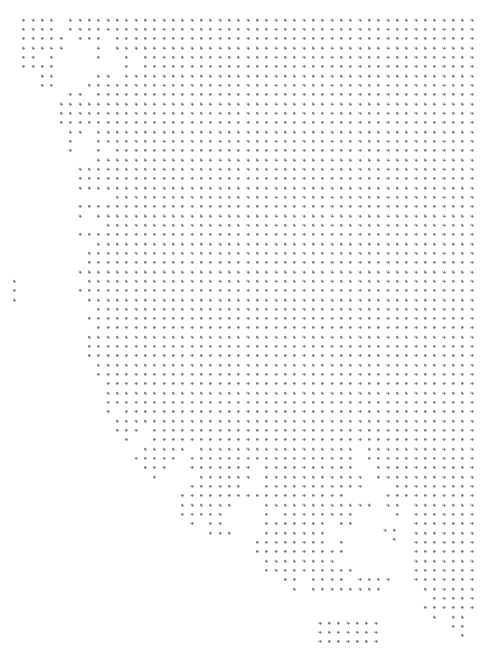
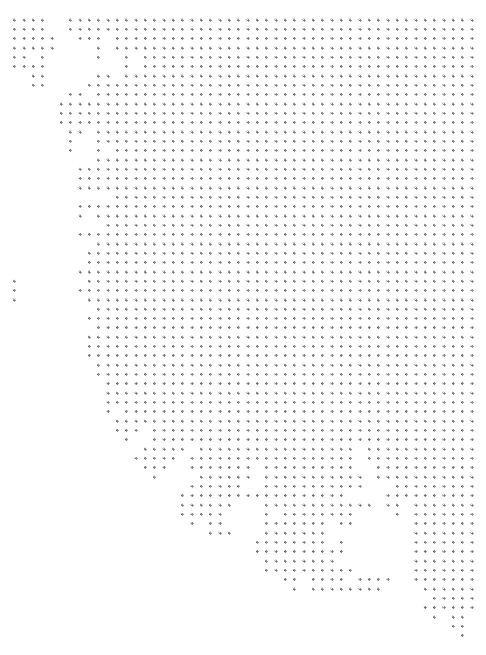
part at (42, 52) position: (42, 52) -> (33, 52)
part at (389, 534): present -> none
part at (347, 632): present -> none
